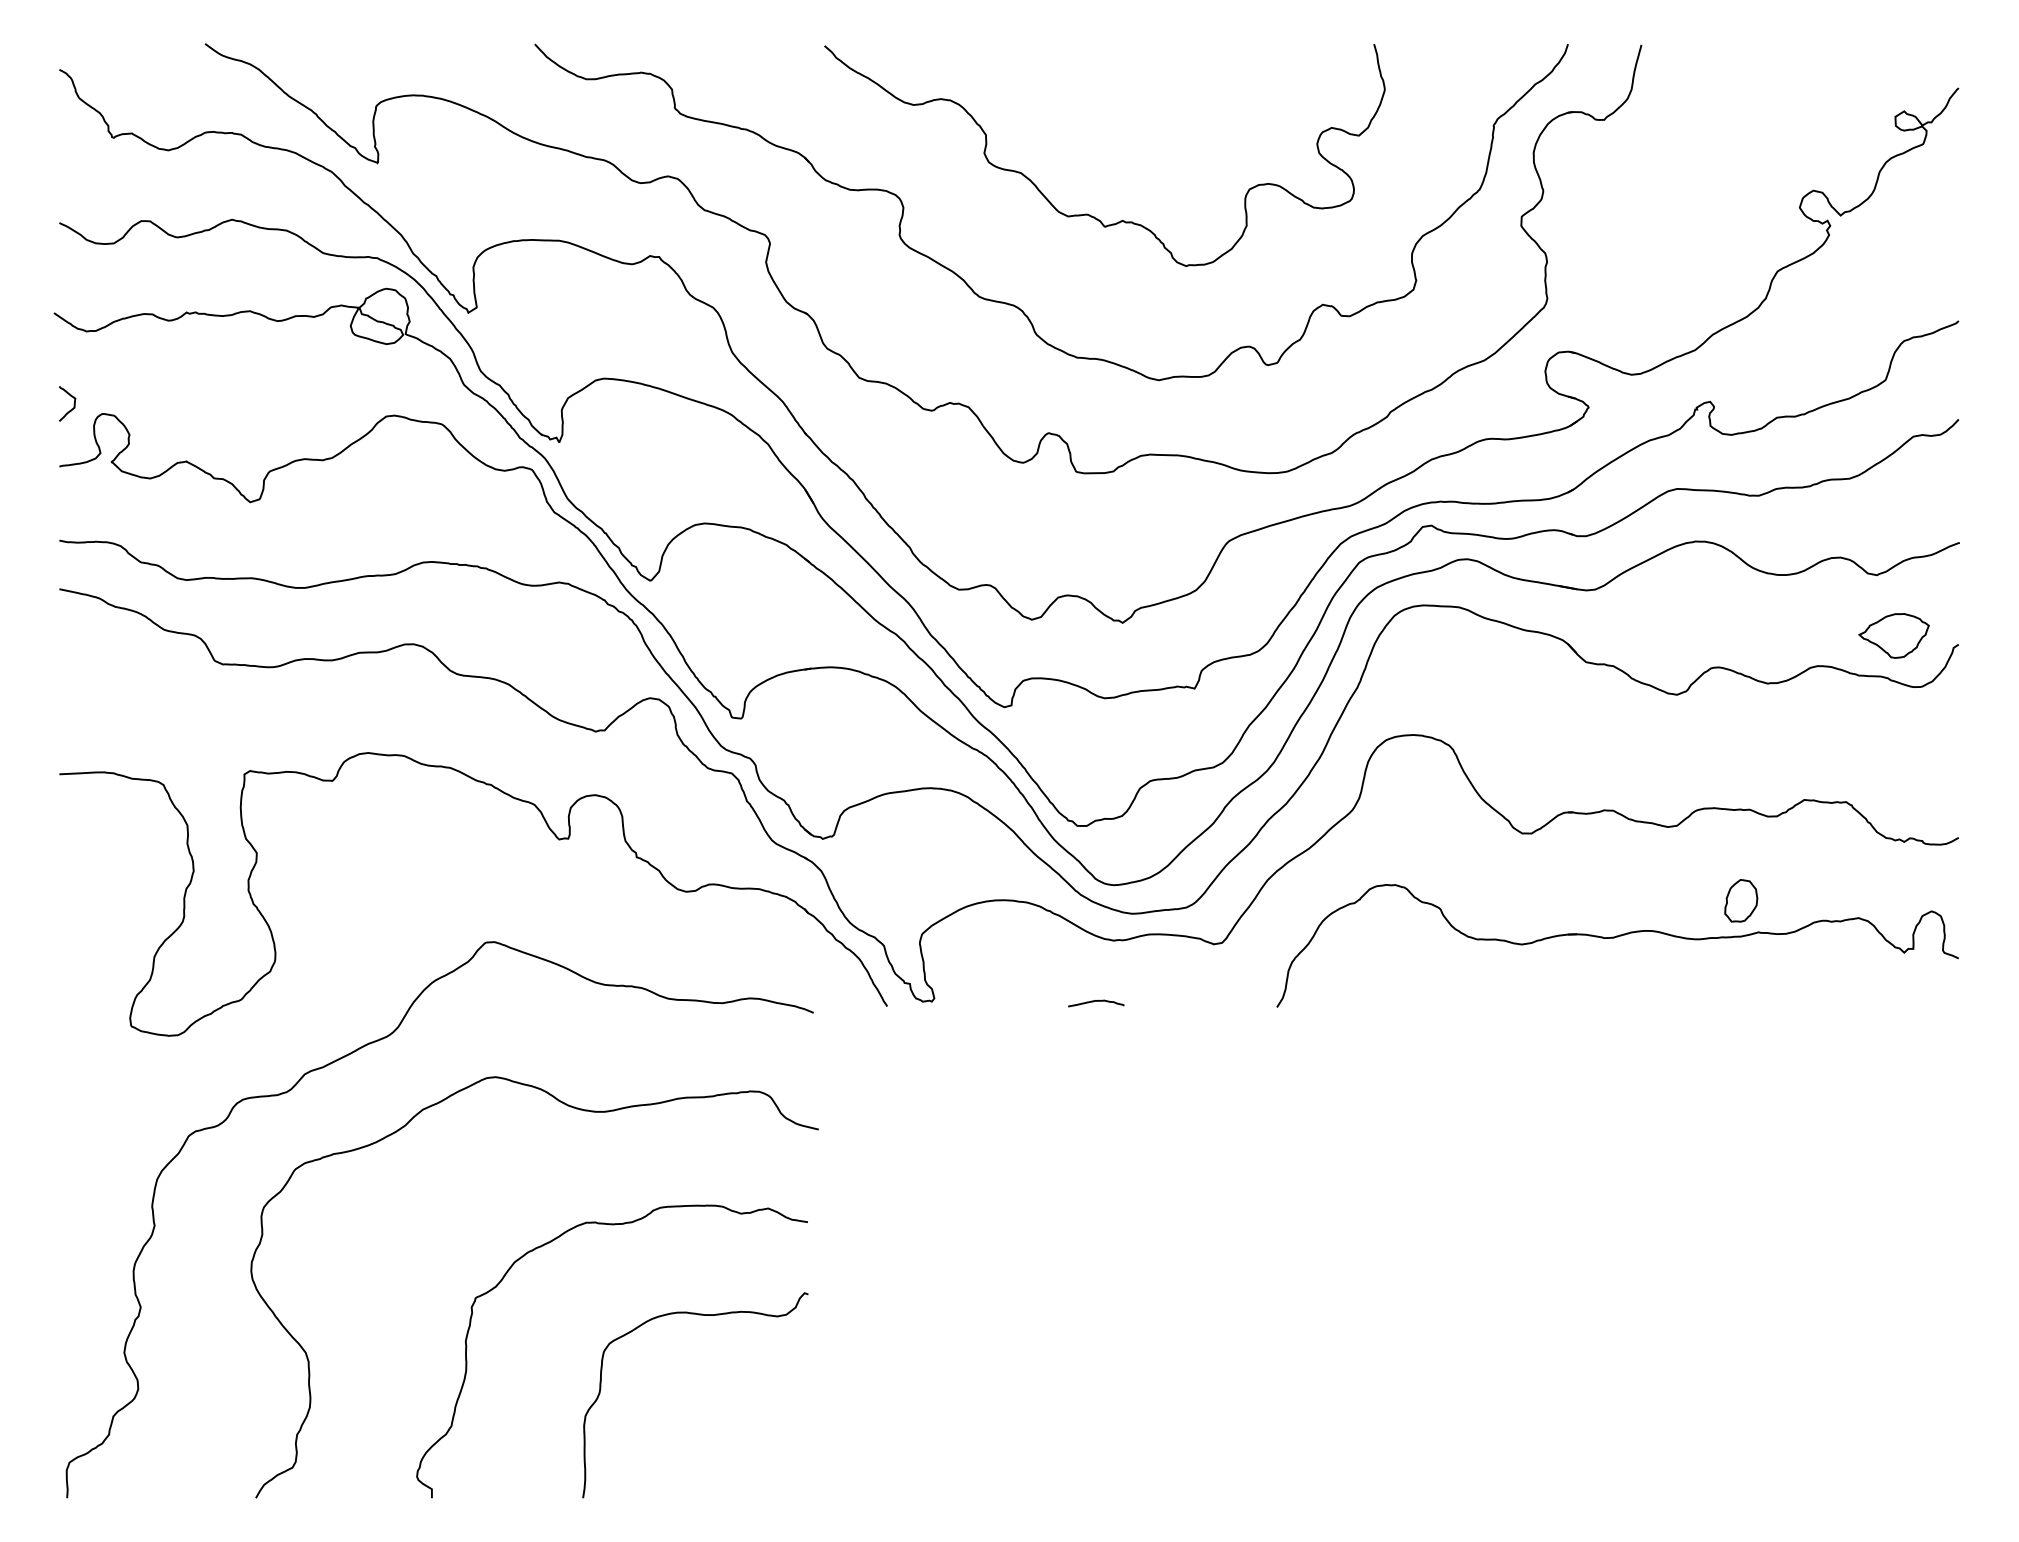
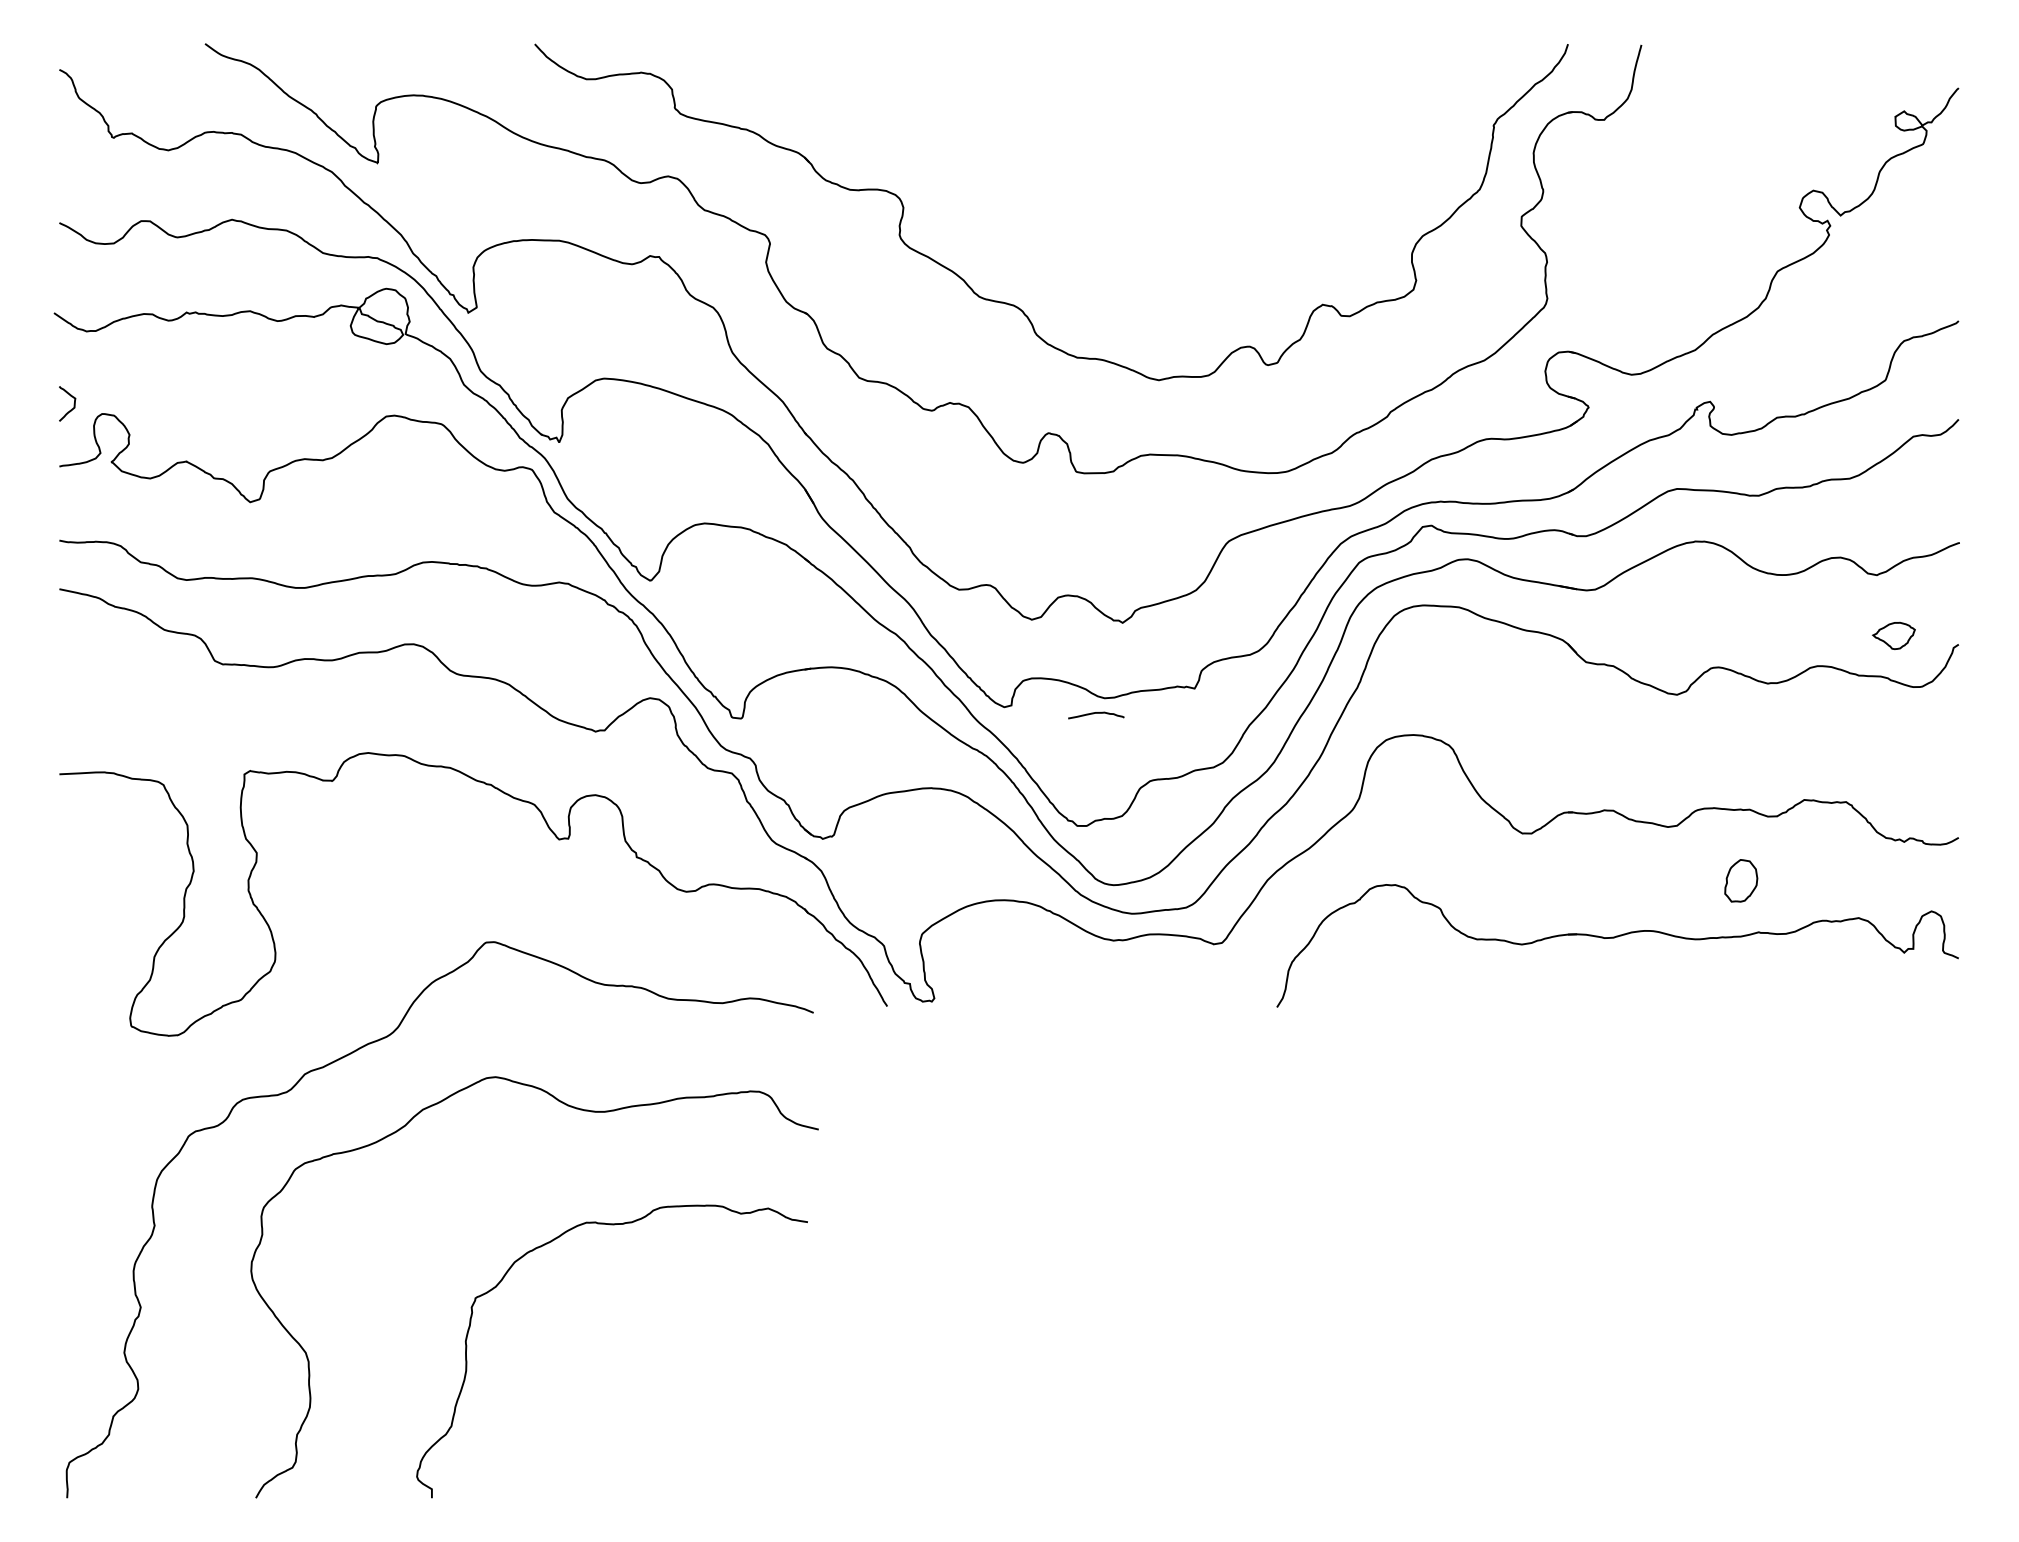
curve at (1087, 213): present -> none
part at (1893, 635) size: 72x46 px -> 44x29 px
part at (1741, 900) position: (1741, 900) -> (1741, 880)
curve at (1096, 1001) position: (1096, 1001) -> (1096, 713)
curve at (698, 1315): present -> none
